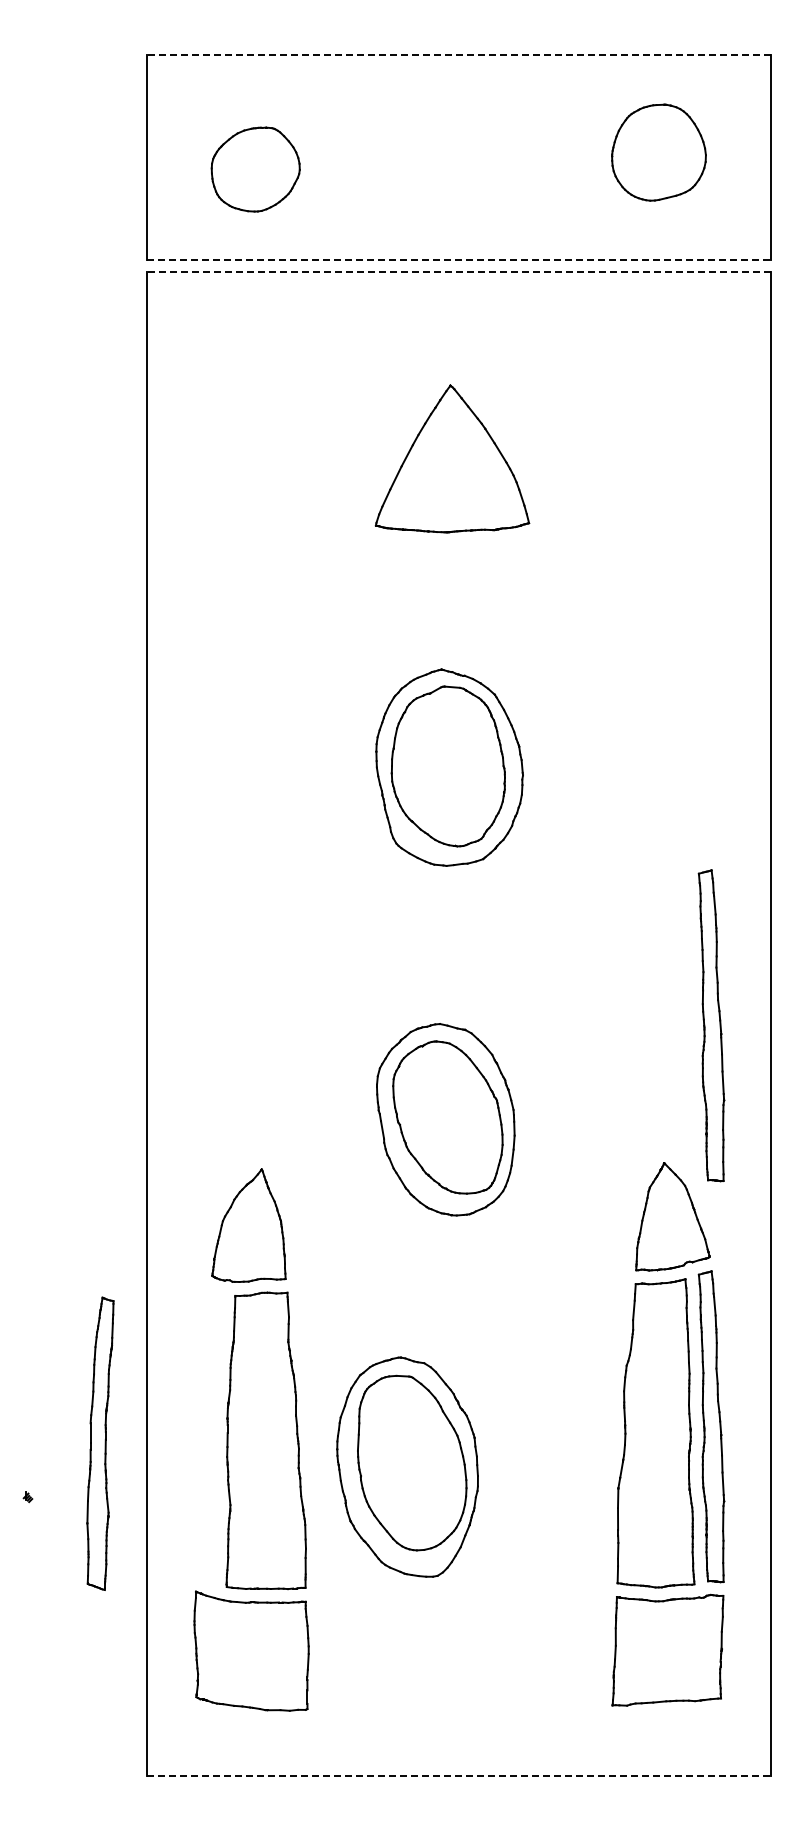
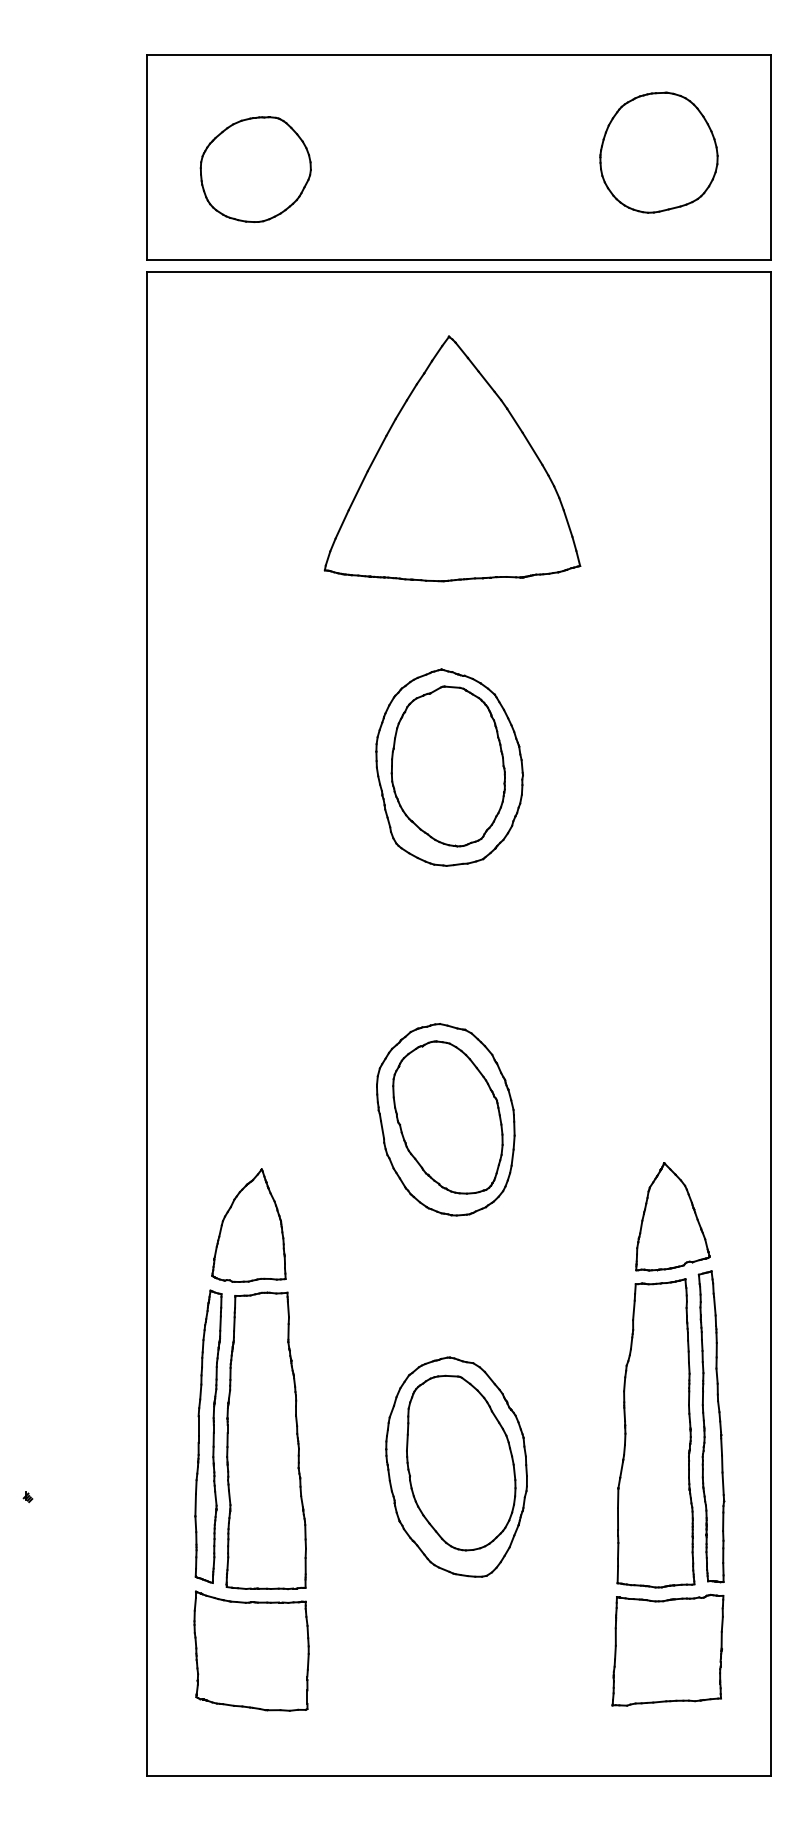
line at (459, 54): dashed -> solid
part at (658, 152) size: 96x99 px -> 120x123 px
part at (255, 169) size: 91x87 px -> 113x107 px
line at (459, 259): dashed -> solid
line at (459, 271): dashed -> solid
part at (452, 458) size: 157x150 px -> 259x248 px
part at (711, 1025): present -> none
part at (100, 1443) position: (100, 1443) -> (208, 1436)
part at (407, 1466) position: (407, 1466) -> (456, 1466)
line at (459, 1776): dashed -> solid
